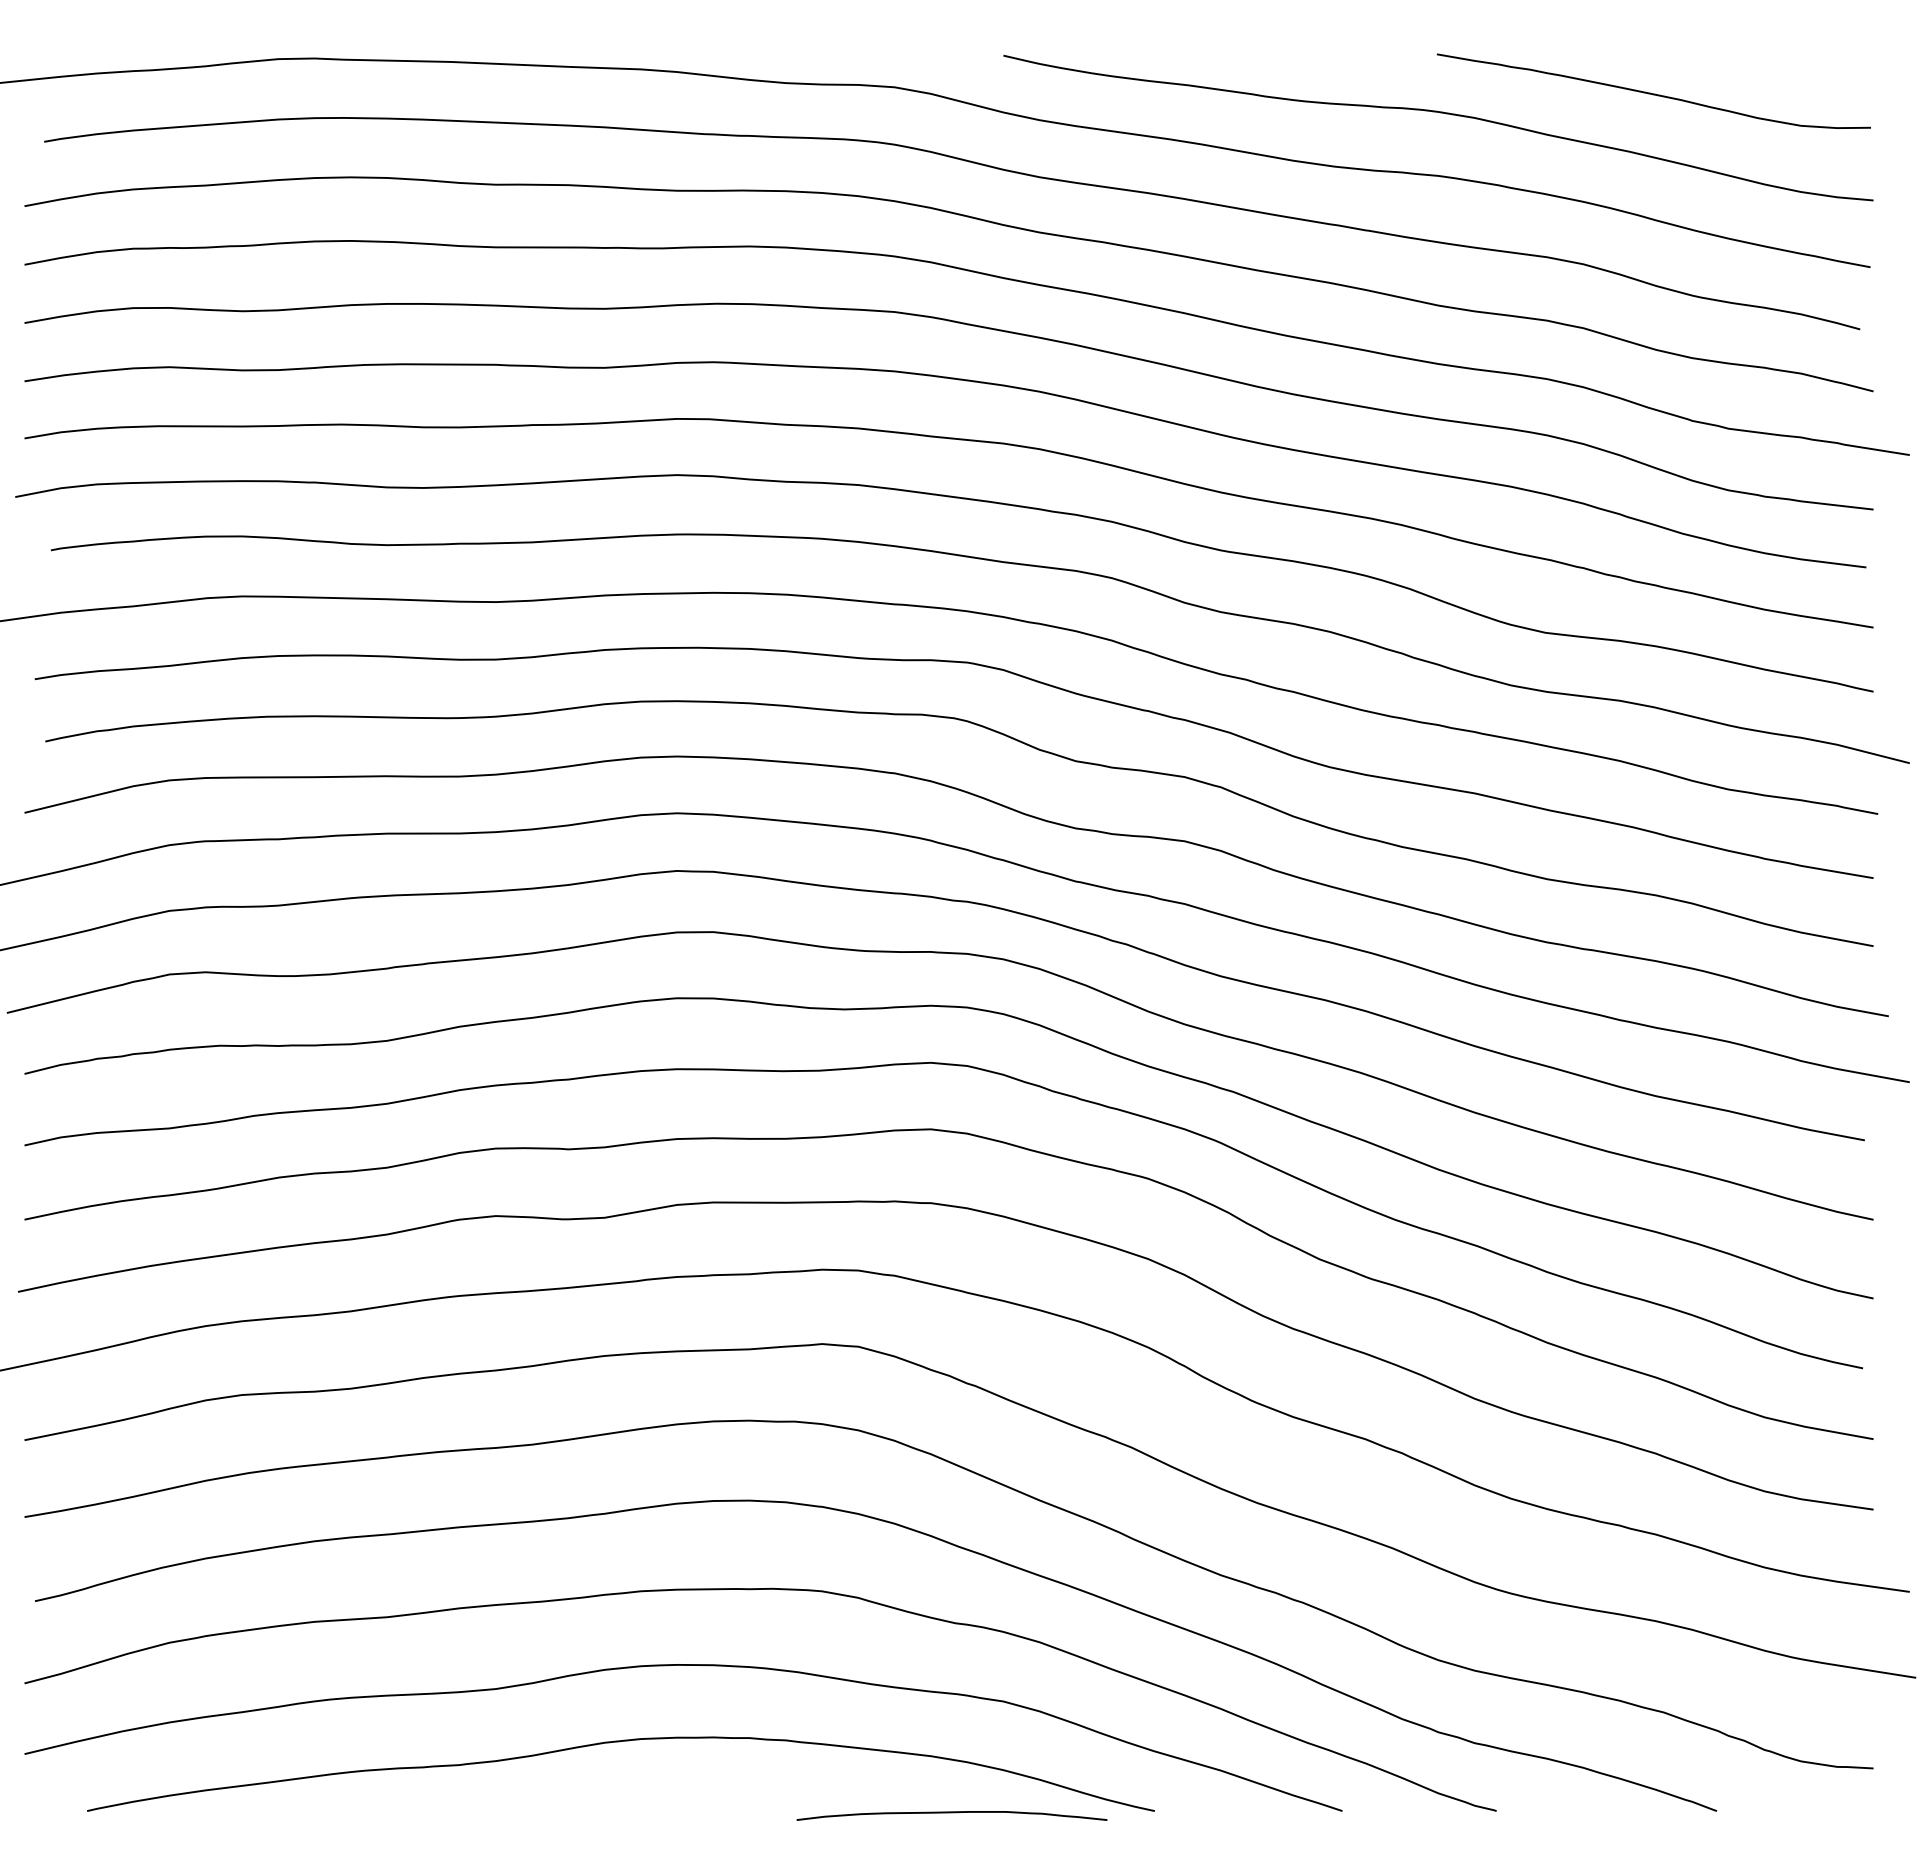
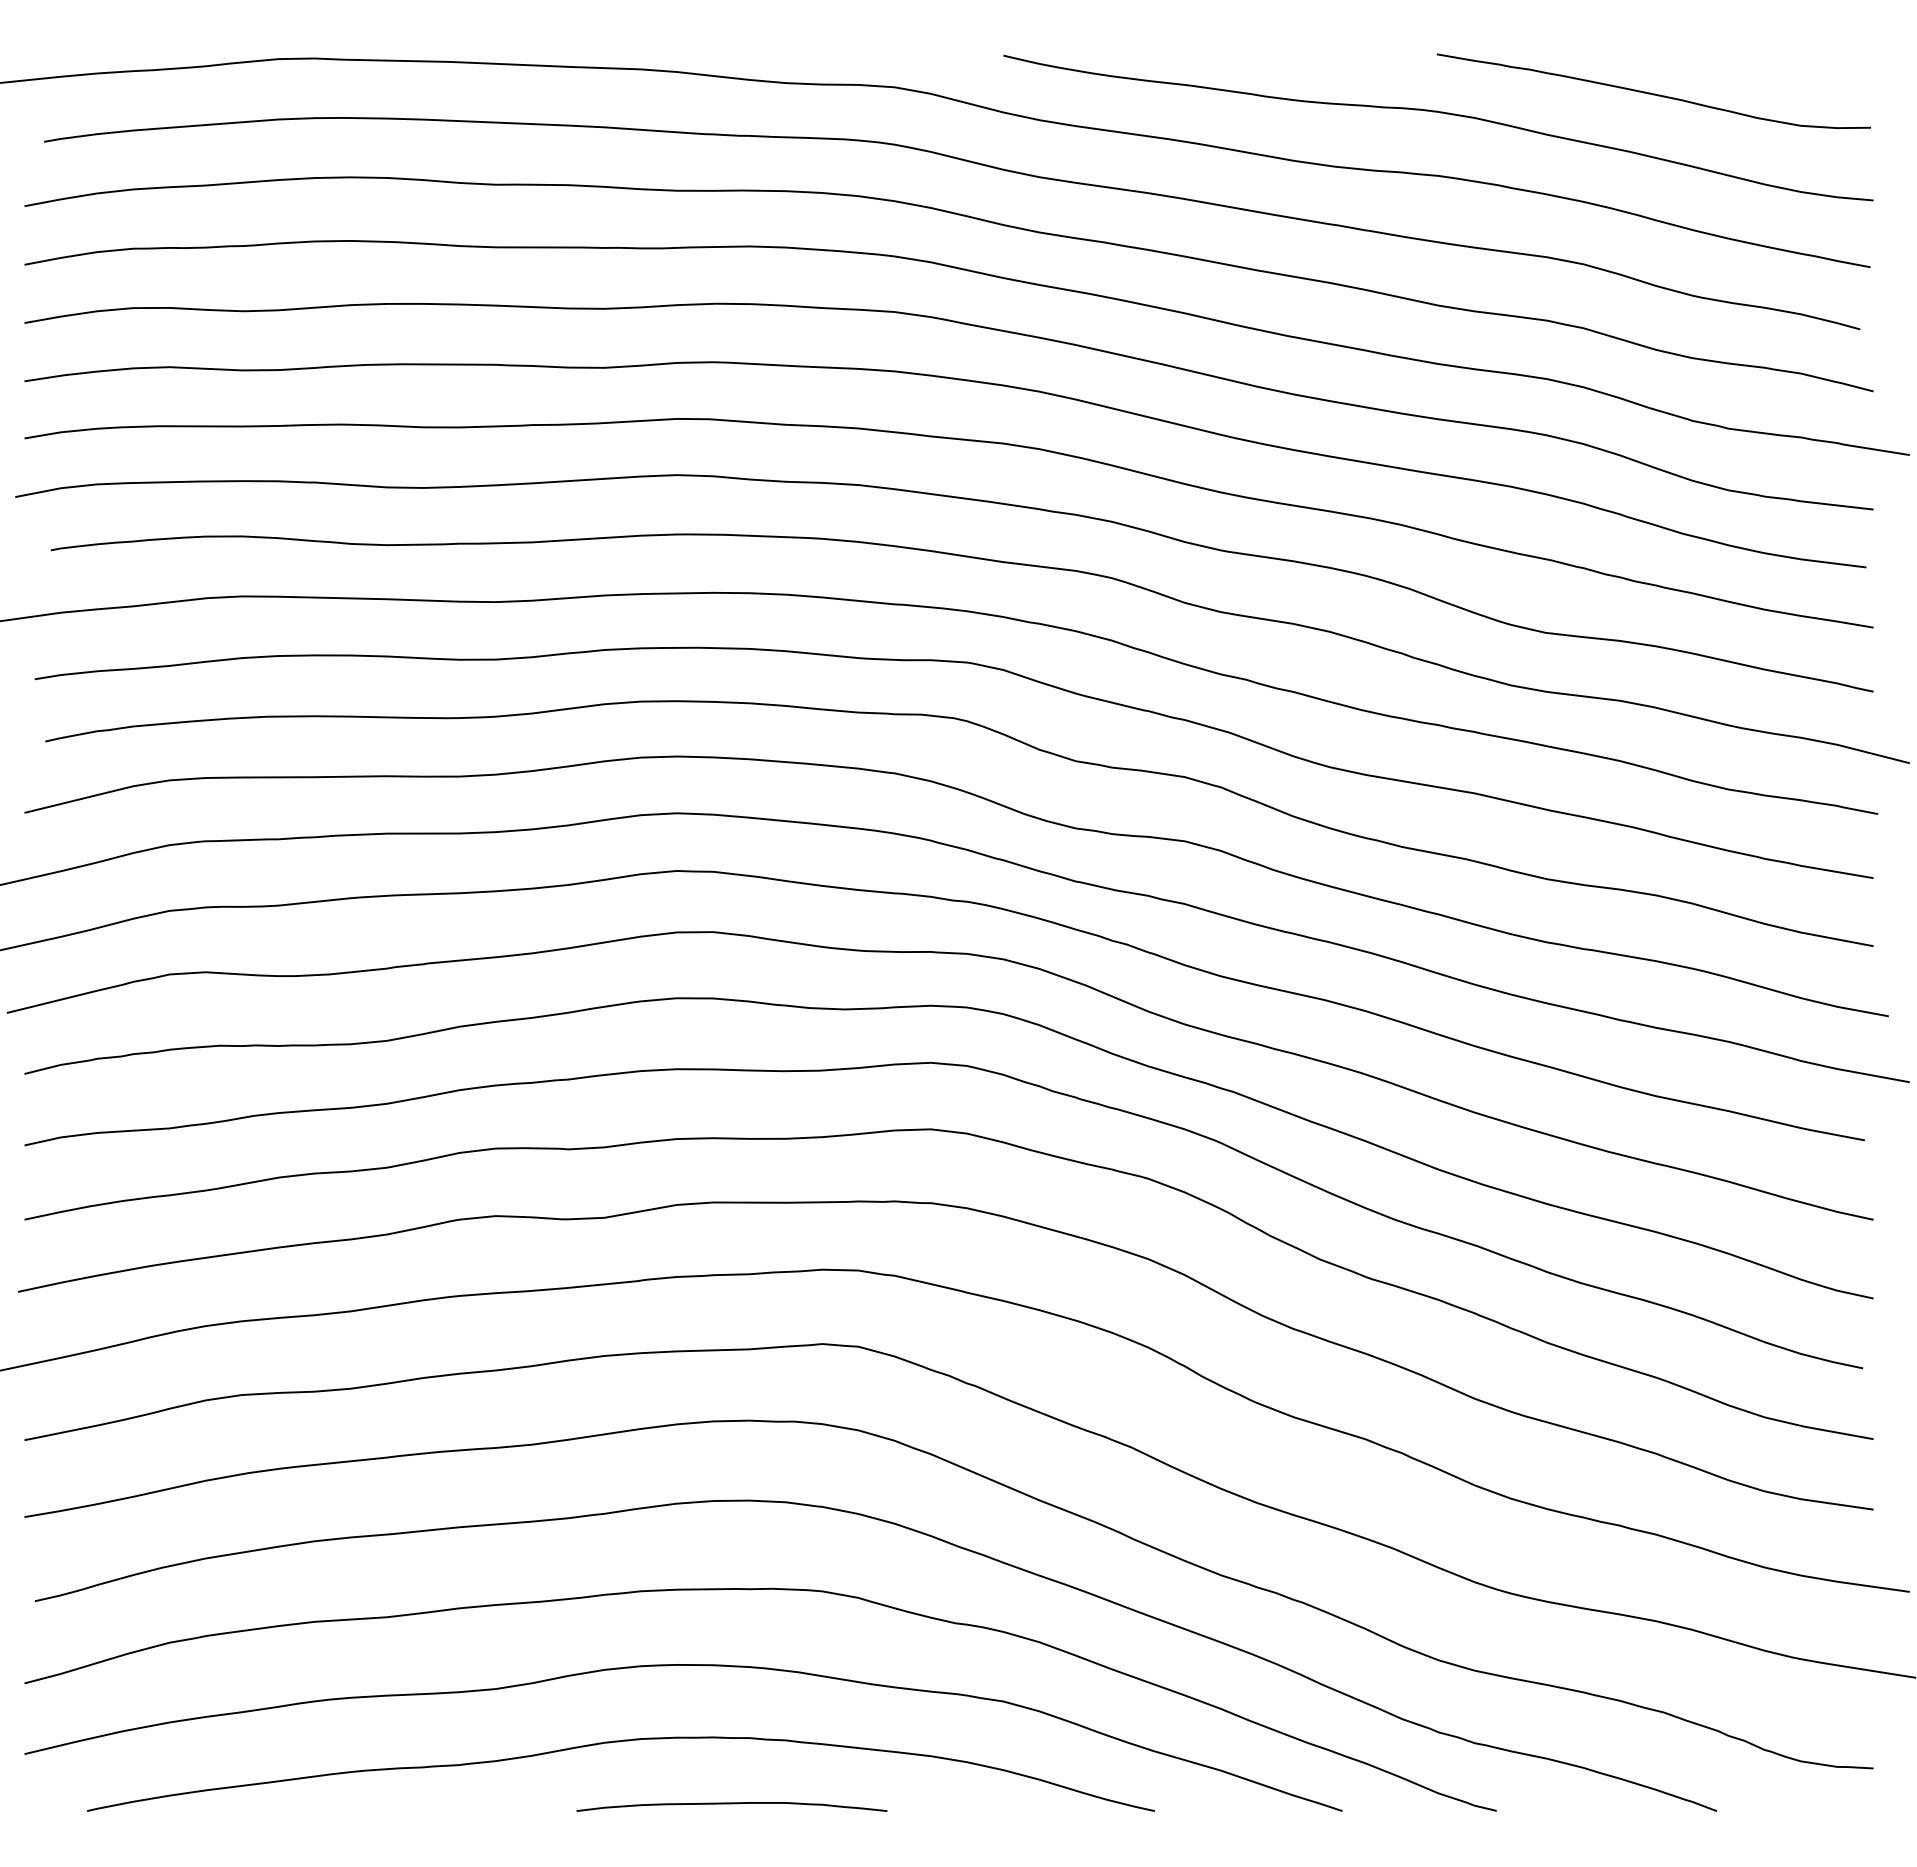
curve at (951, 1813) position: (951, 1813) -> (731, 1804)
